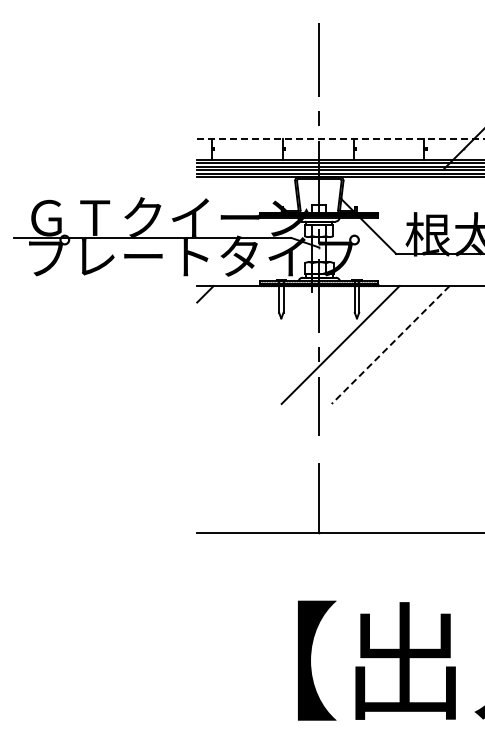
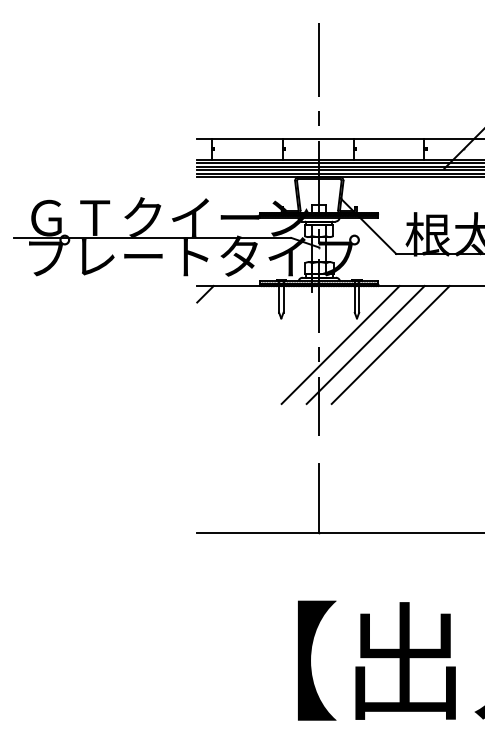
line at (341, 138): dashed -> solid
line at (365, 344): none -> present
line at (390, 345): dashed -> solid
